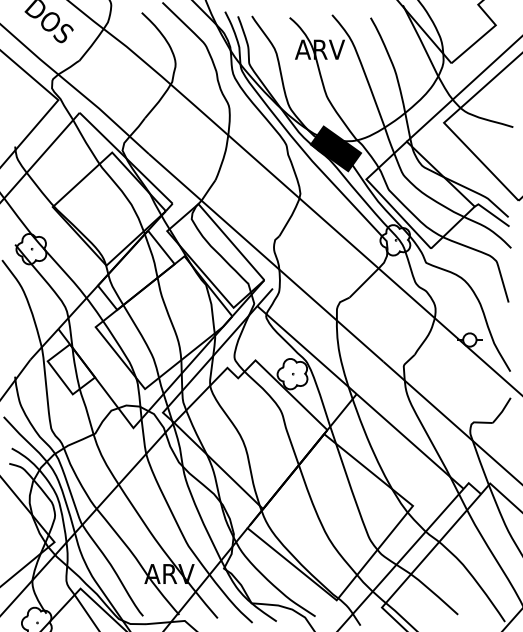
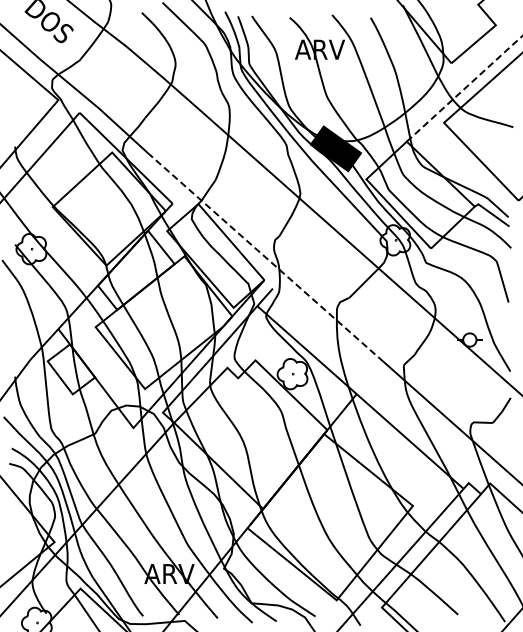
line at (464, 88): solid -> dashed
line at (265, 257): solid -> dashed
